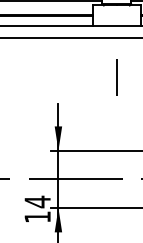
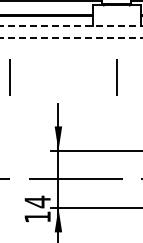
line at (72, 25): solid -> dashed
line at (72, 38): solid -> dashed
line at (9, 77): none -> present
